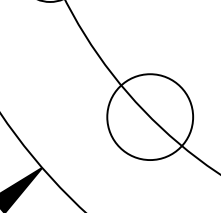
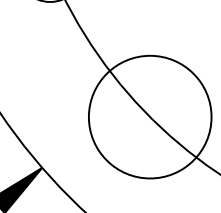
circle at (150, 117) diameter: 86 px -> 123 px
